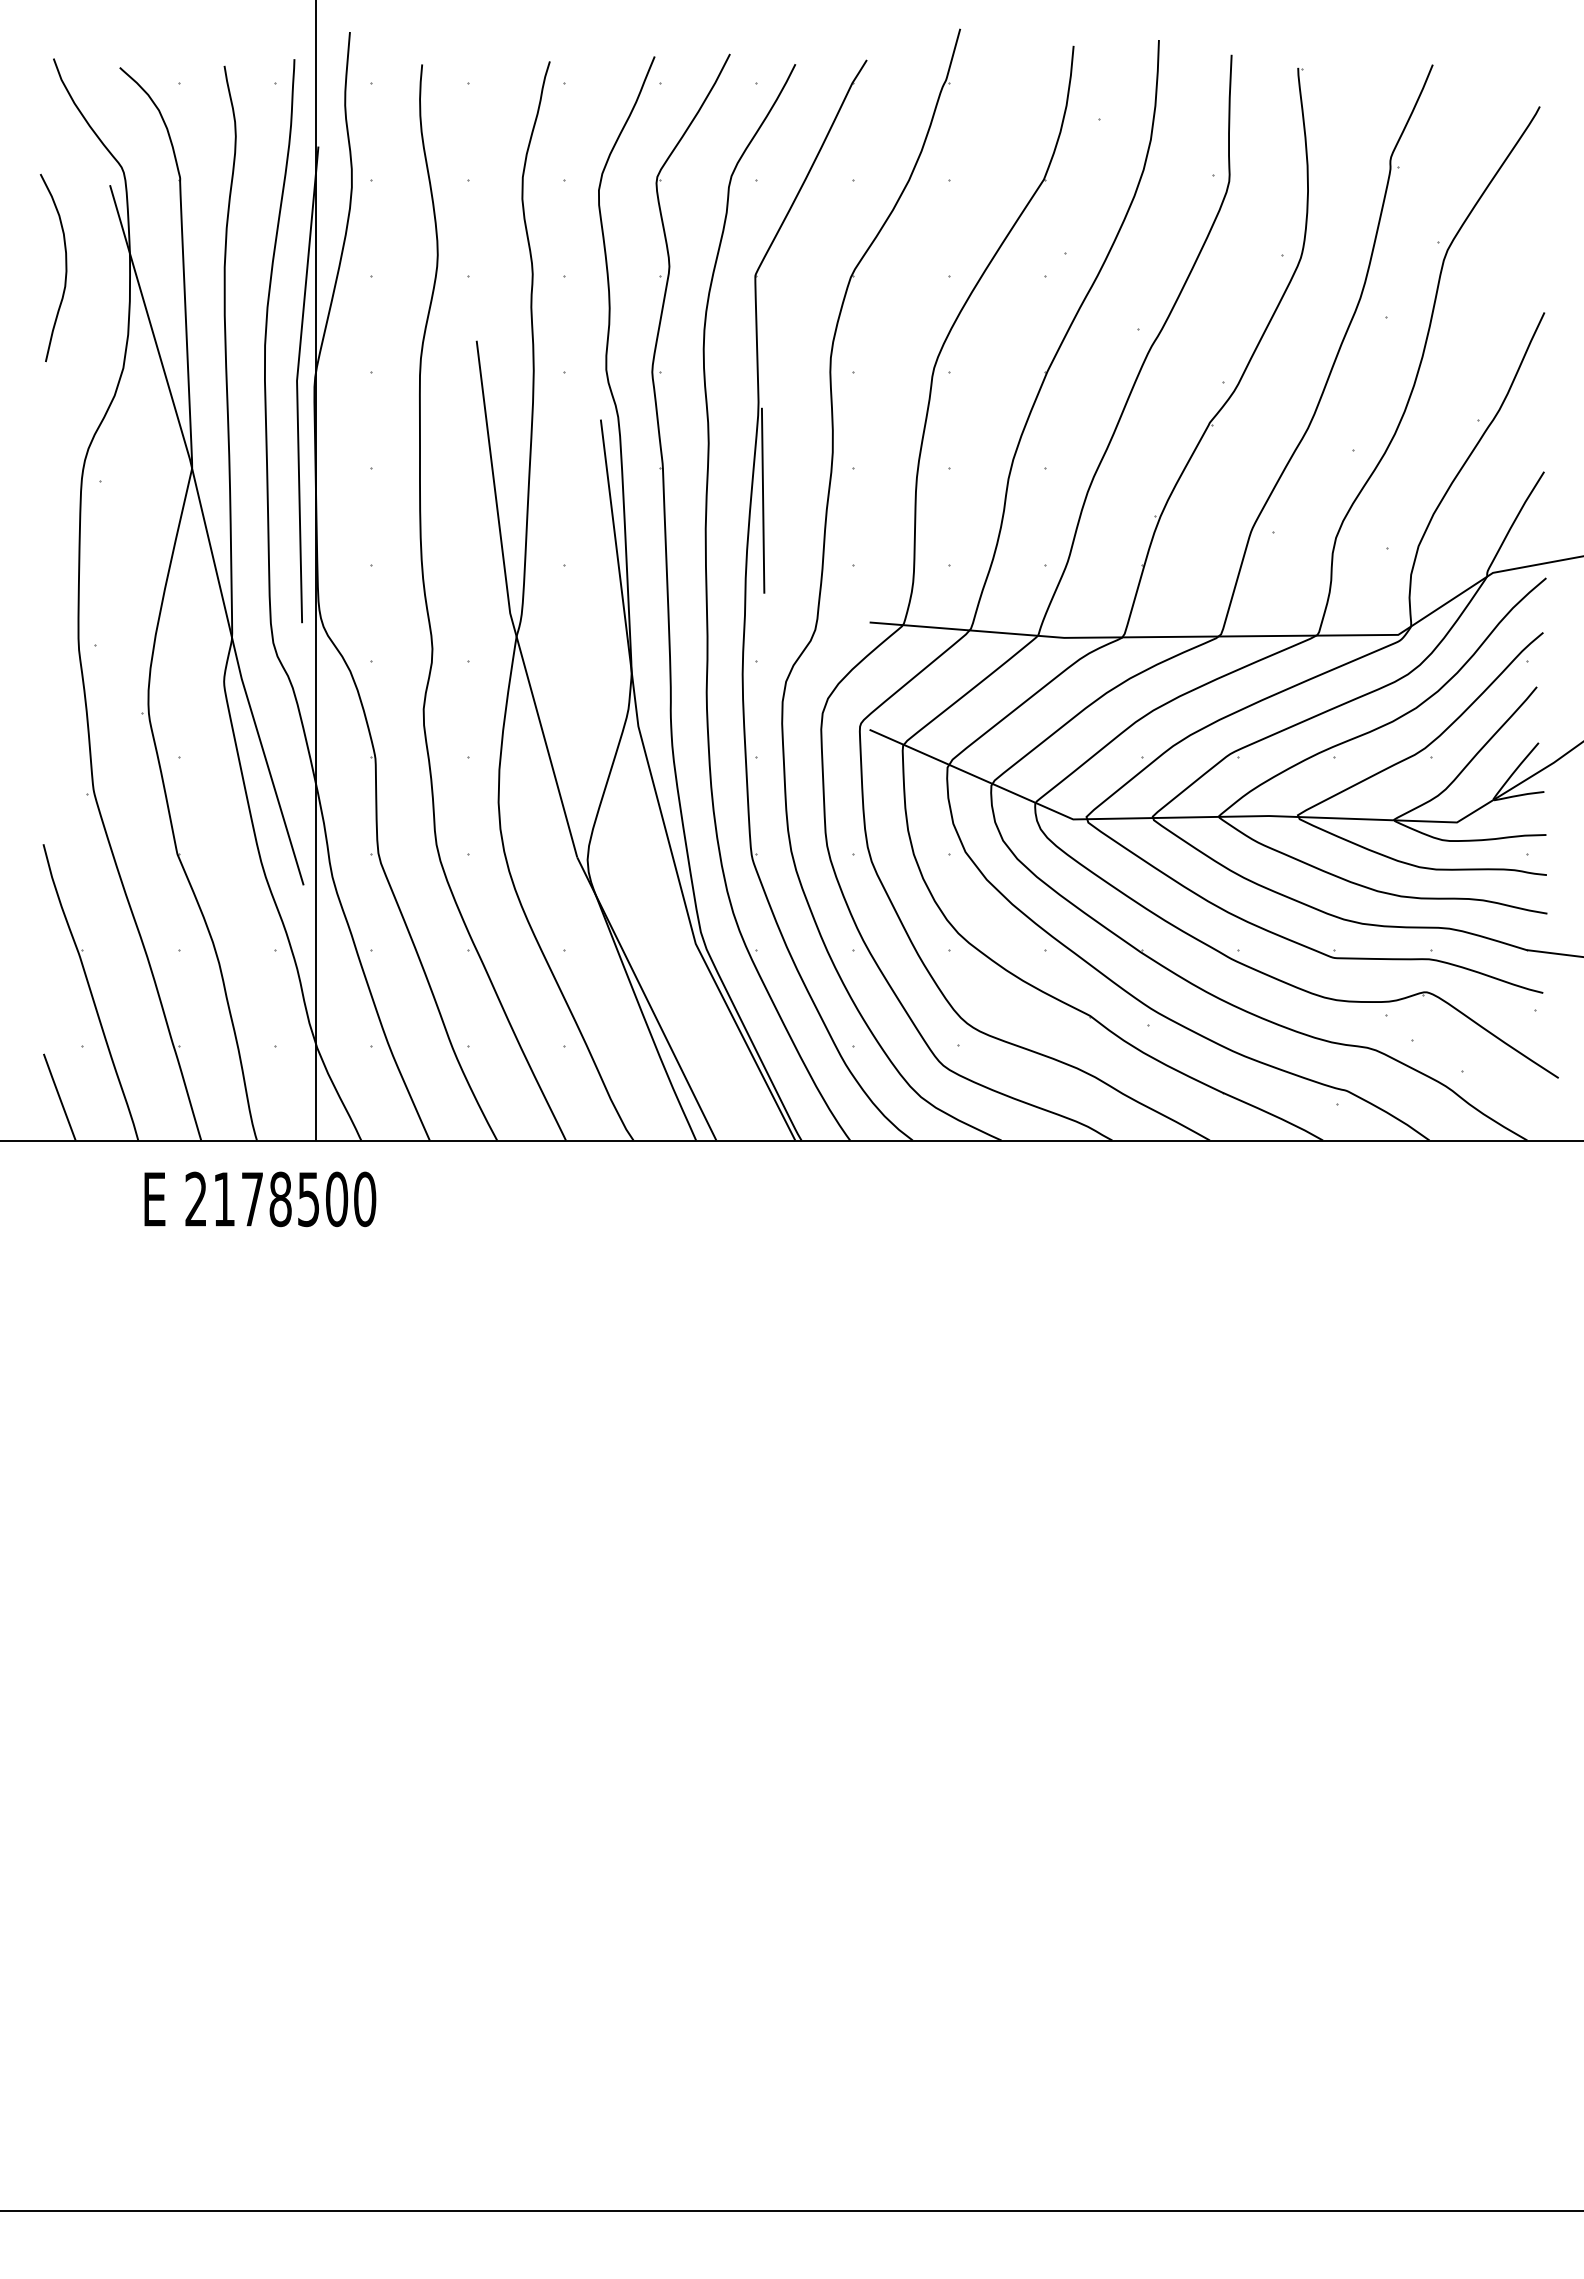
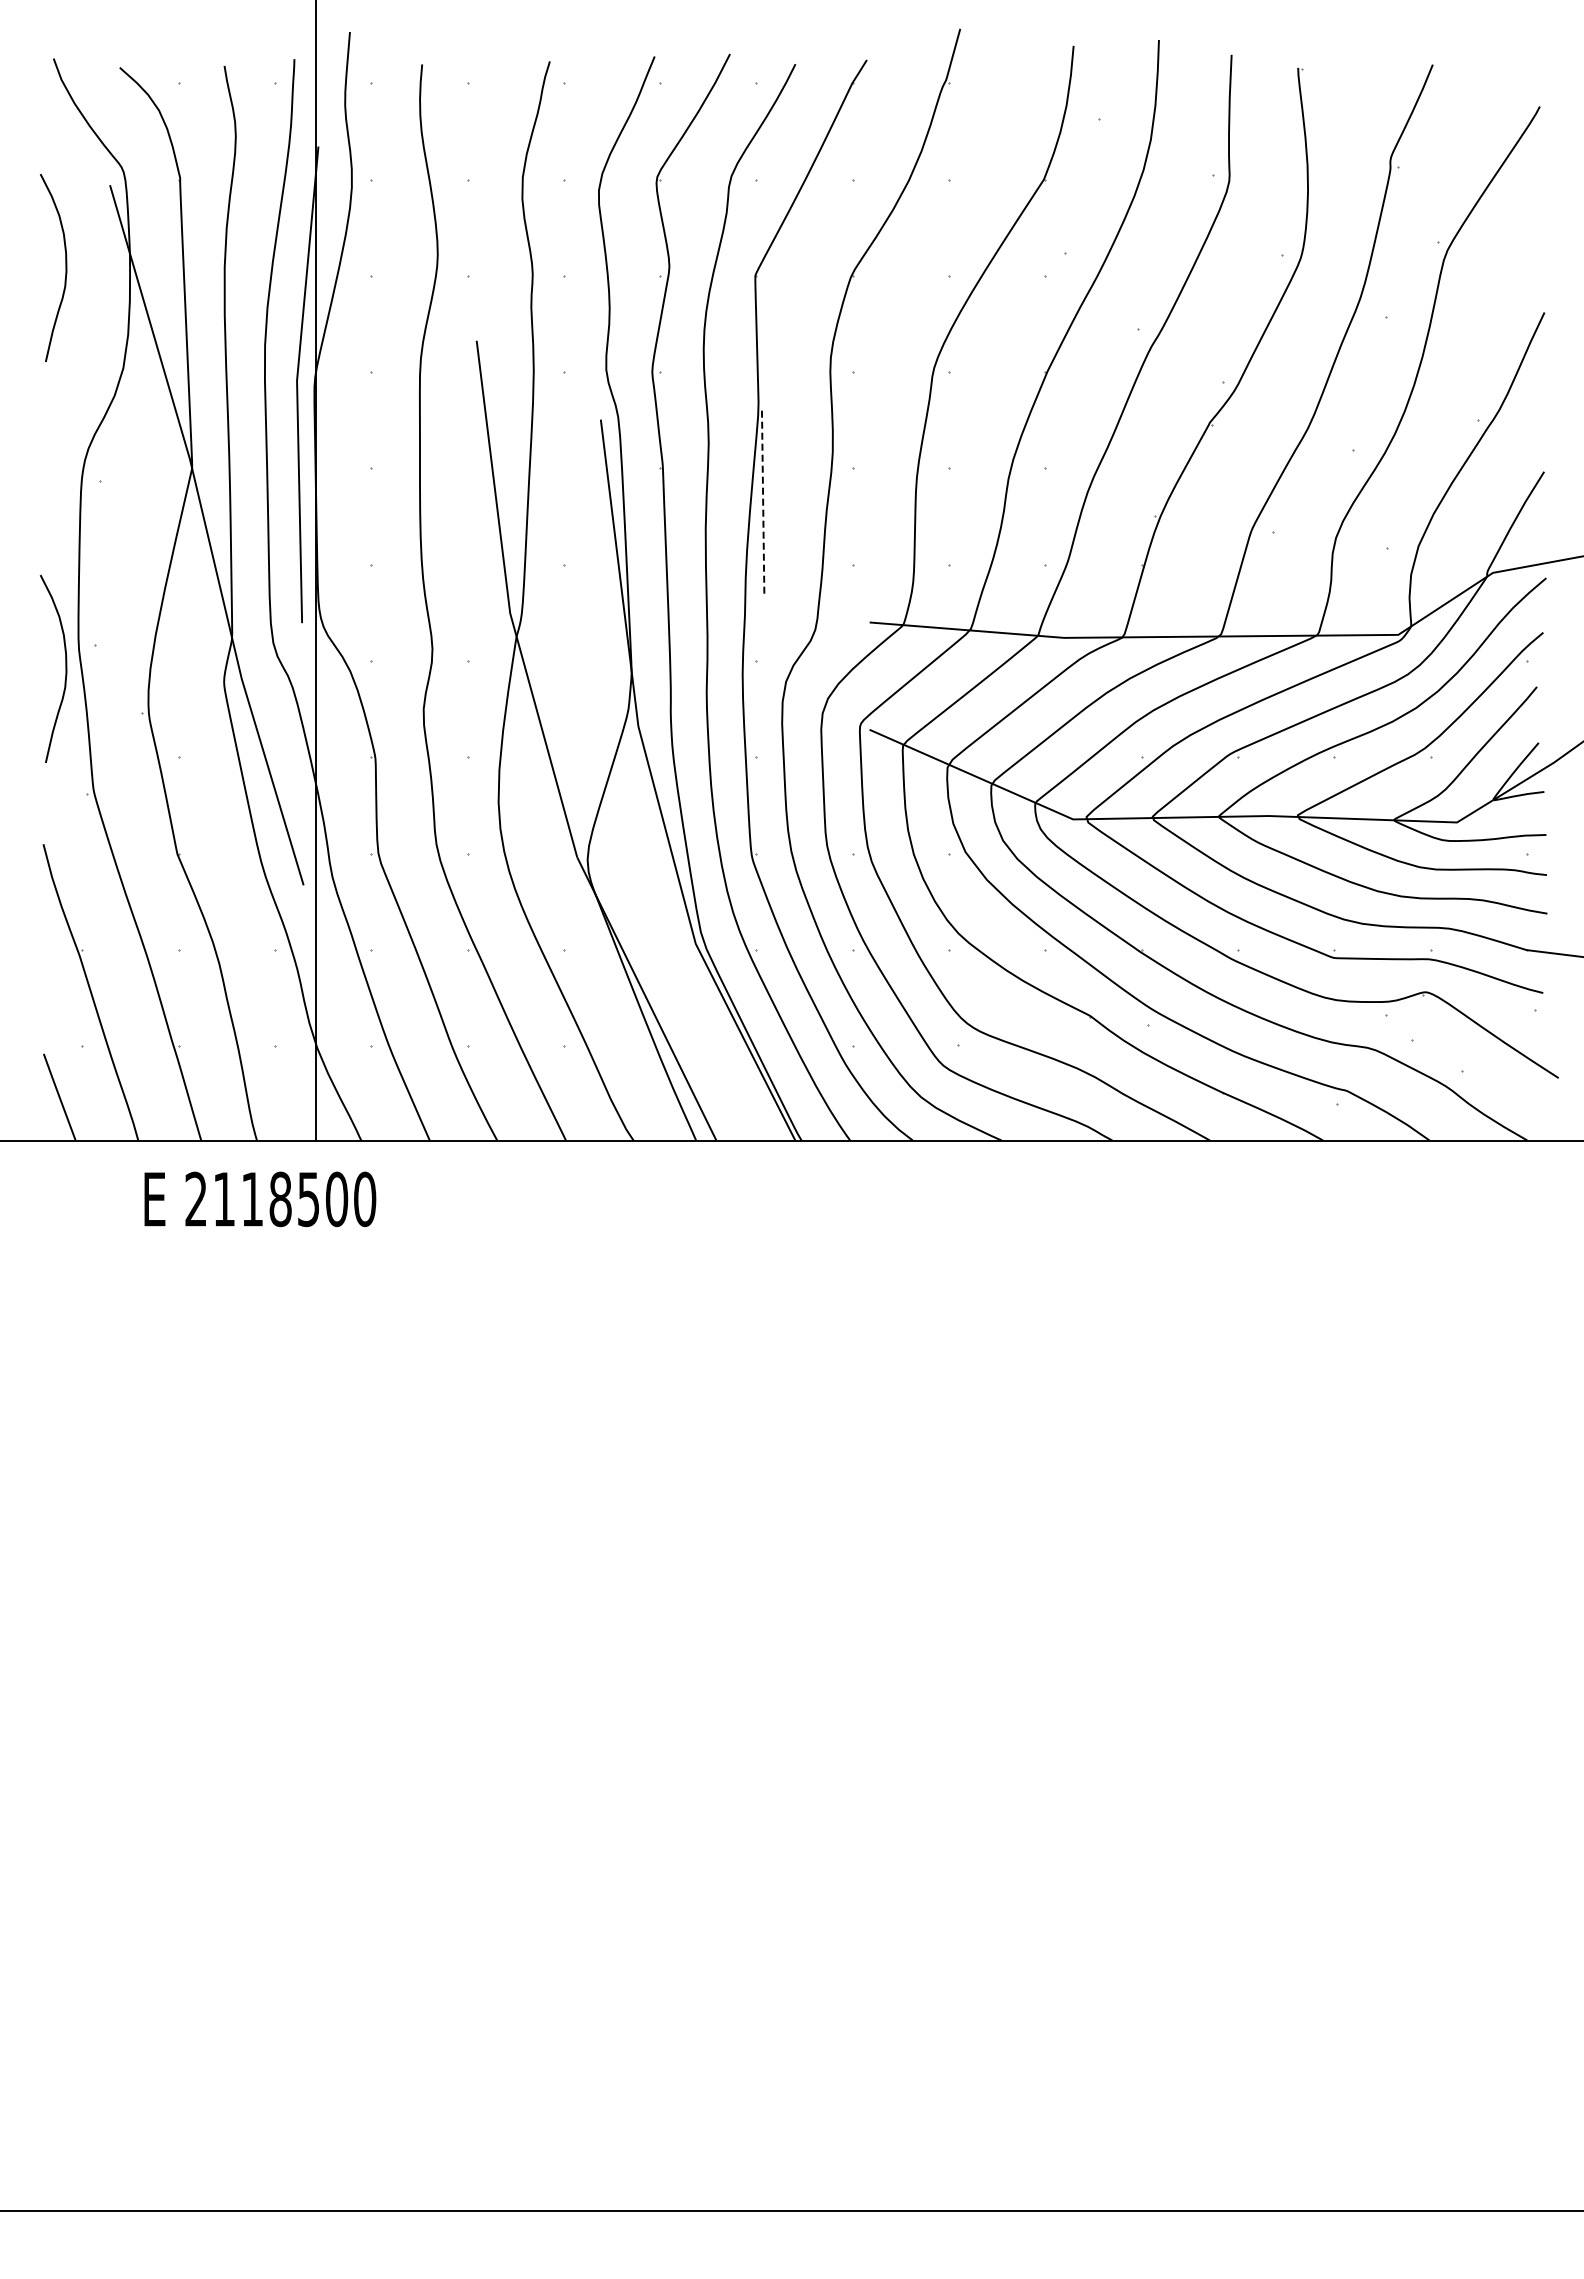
line at (763, 500): solid -> dashed
curve at (65, 668): none -> present
text at (252, 1199): 2178500 -> 2118500
